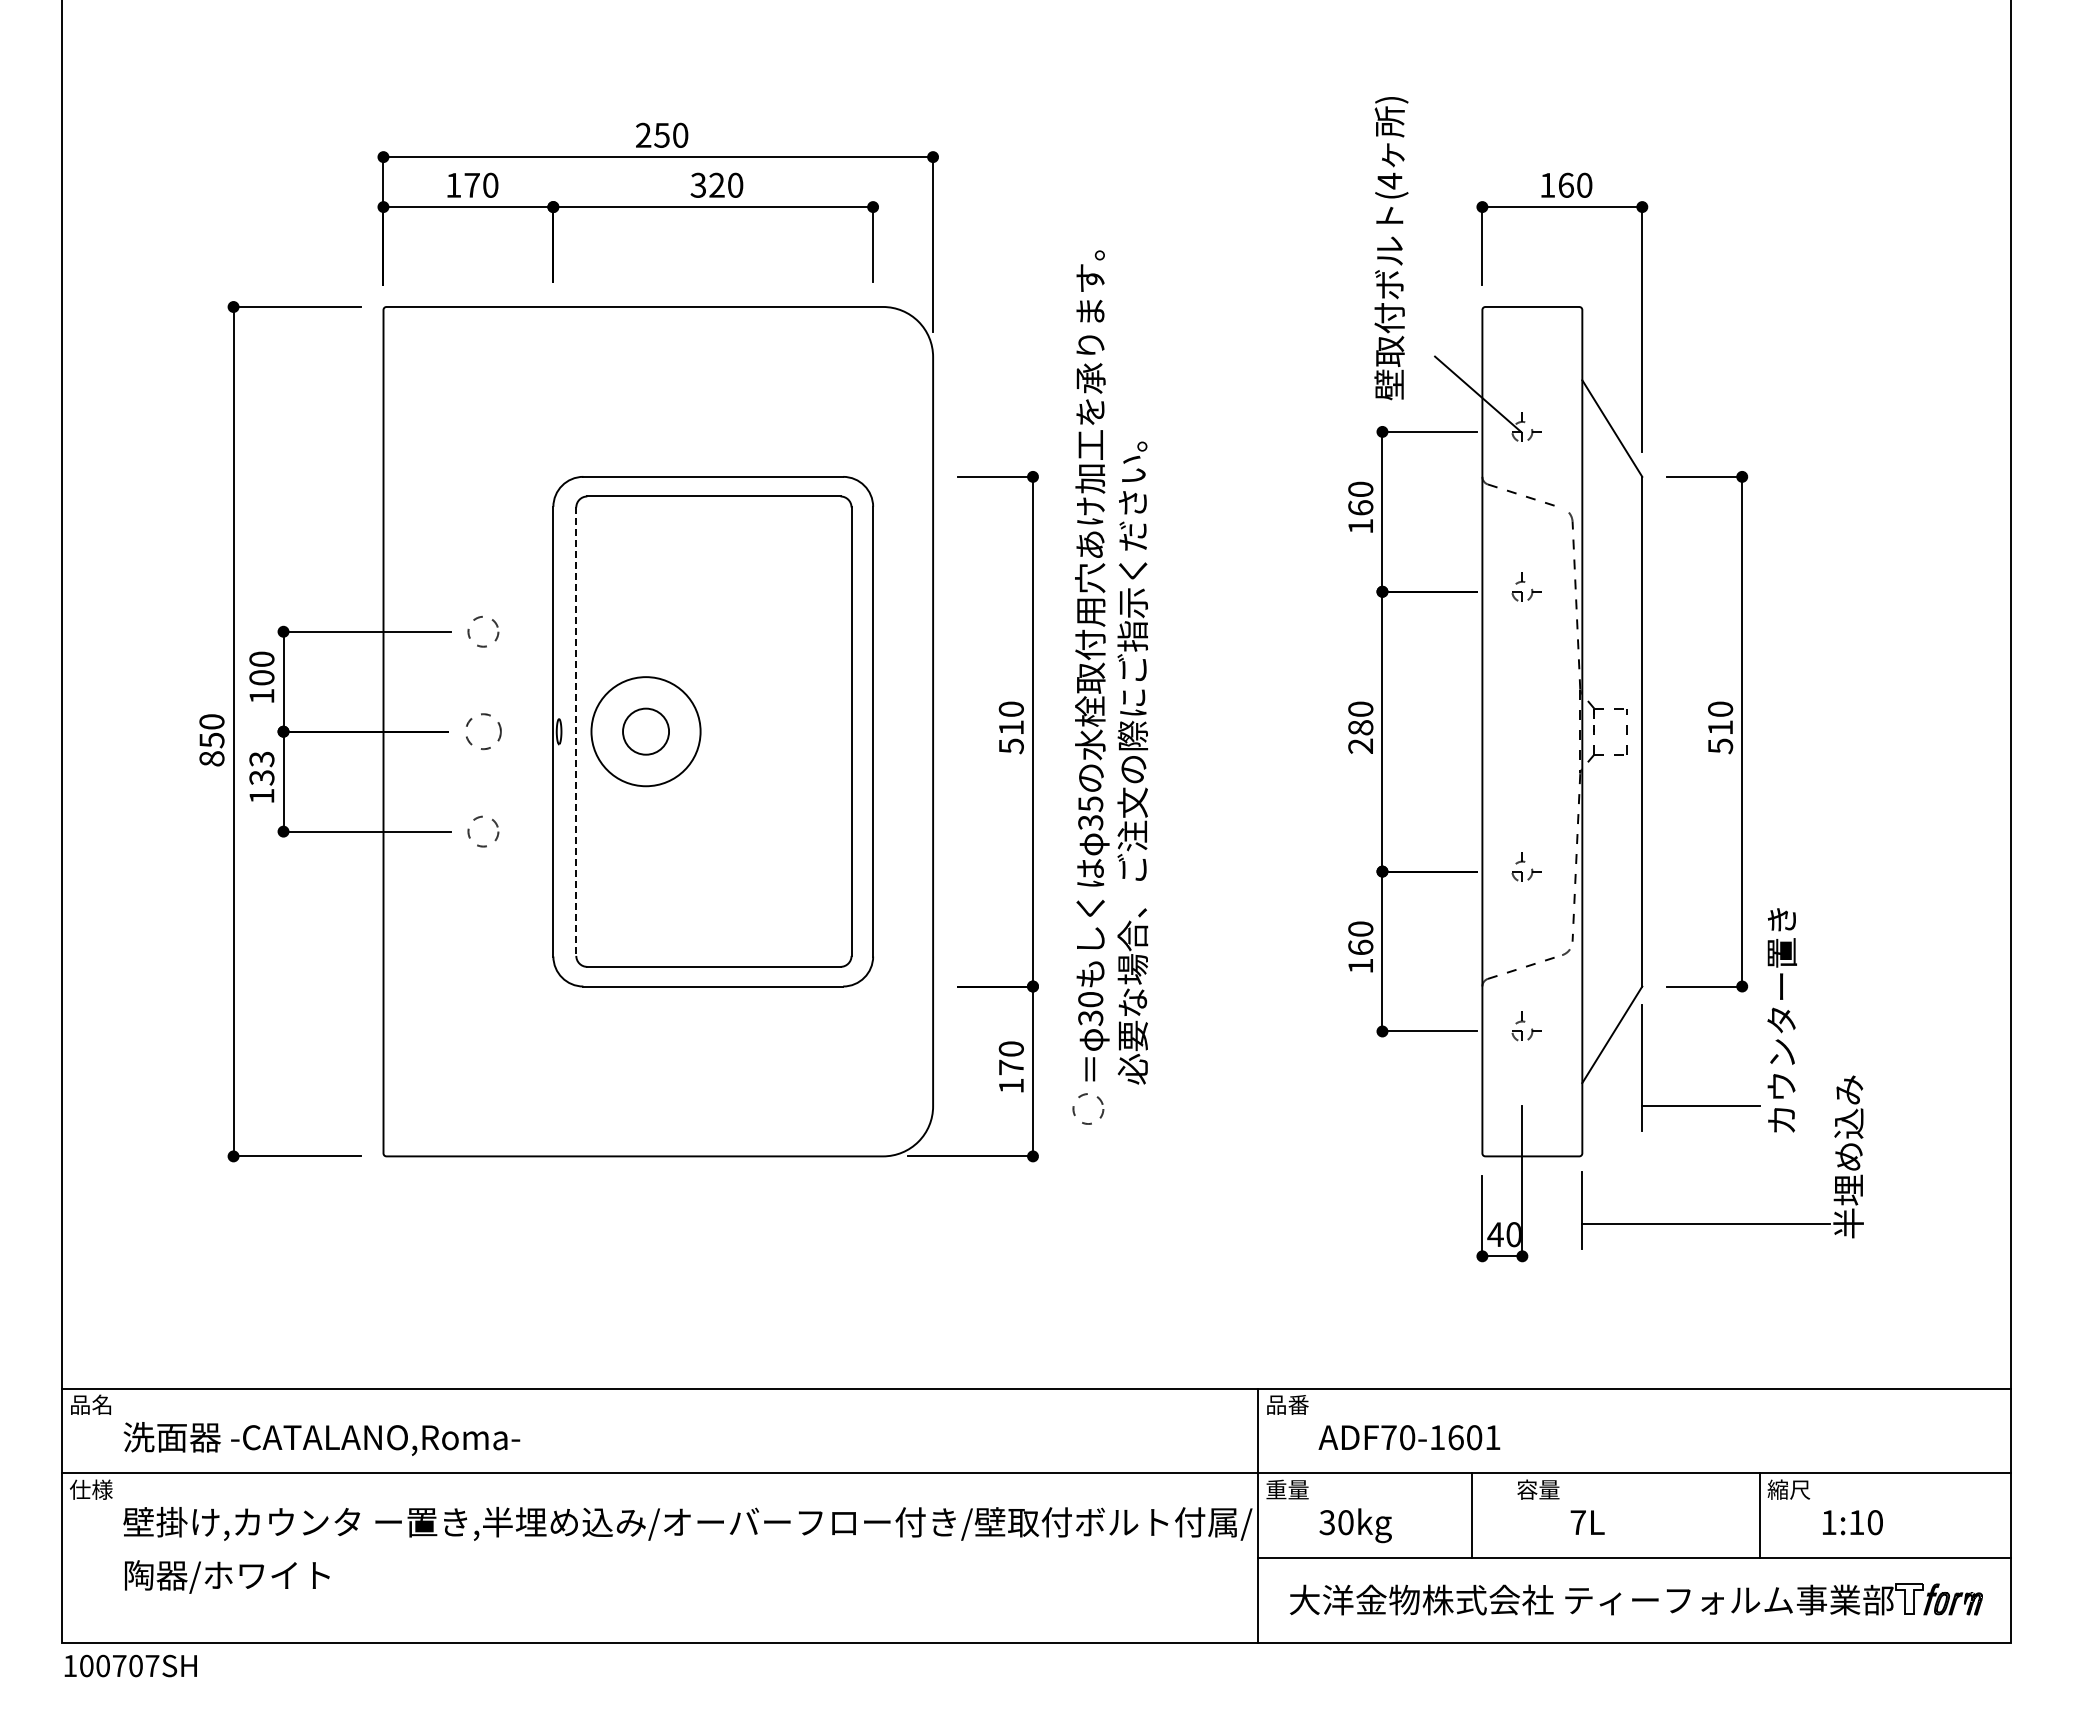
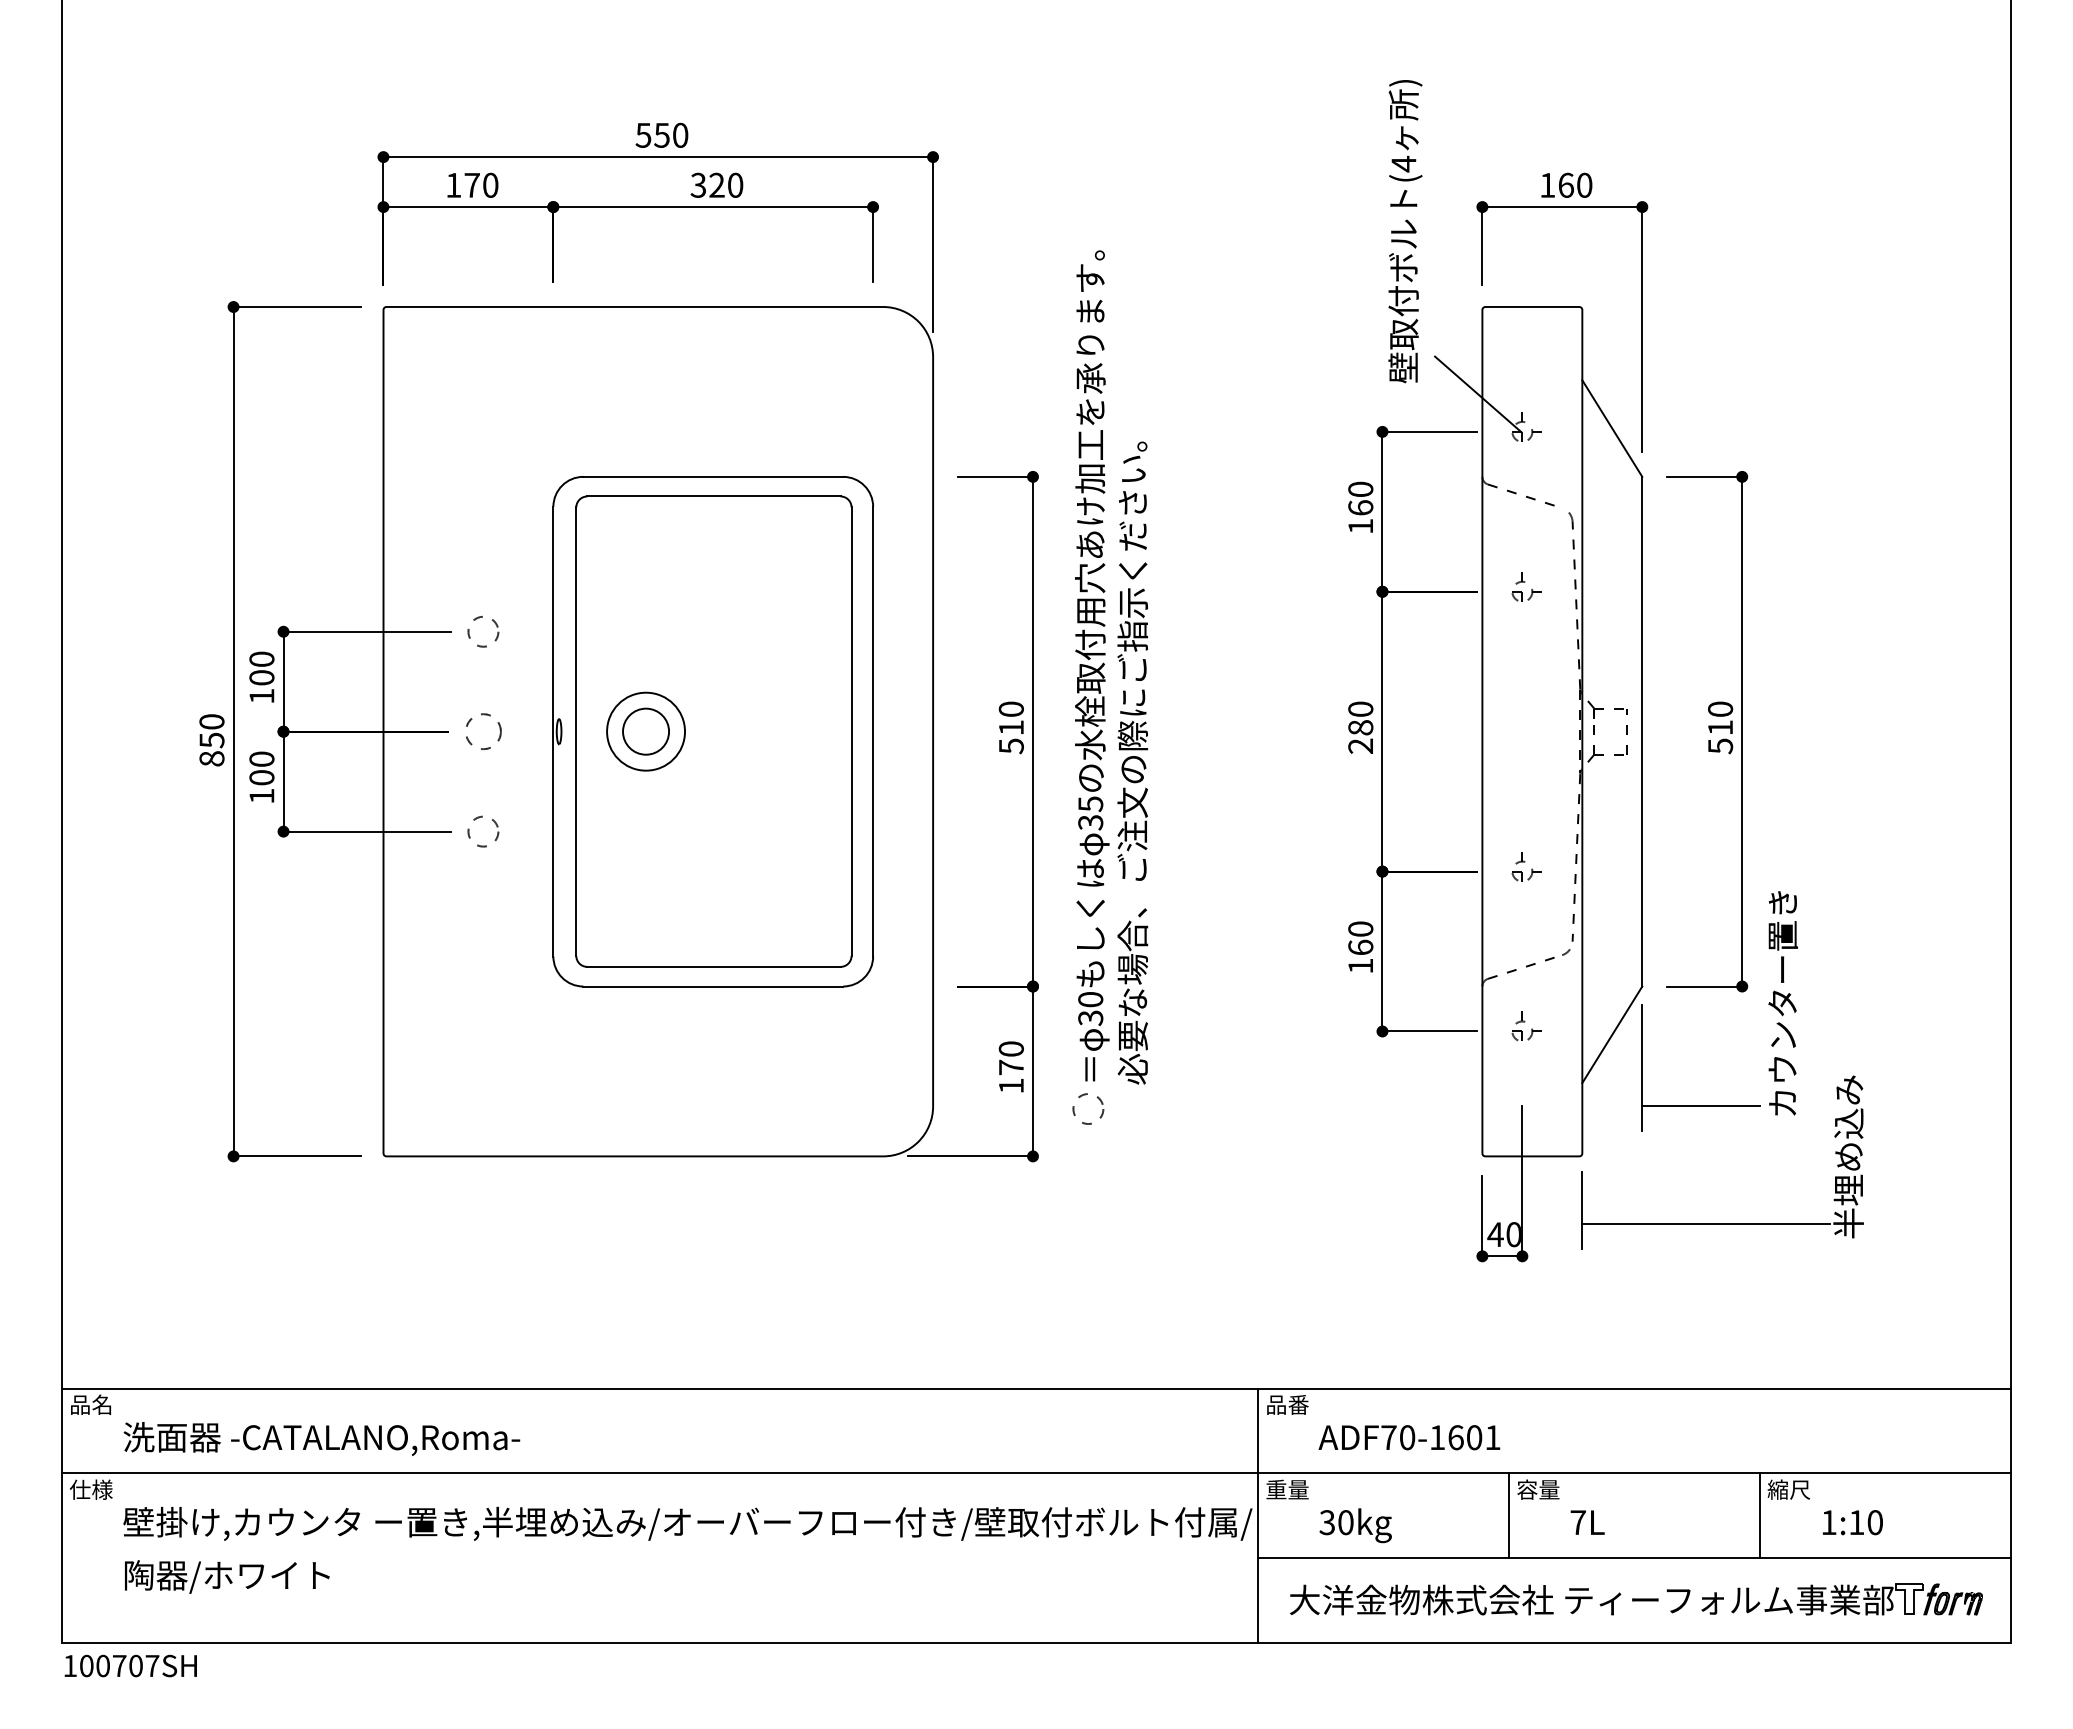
text at (643, 134): 250 -> 550
text at (1391, 248) position: (1391, 248) -> (1405, 231)
circle at (645, 731) diameter: 109 px -> 78 px
line at (576, 732): dashed -> solid
text at (261, 768): 133 -> 100
text at (1781, 1020) position: (1781, 1020) -> (1782, 1003)
line at (1472, 1515) position: (1472, 1515) -> (1509, 1515)
